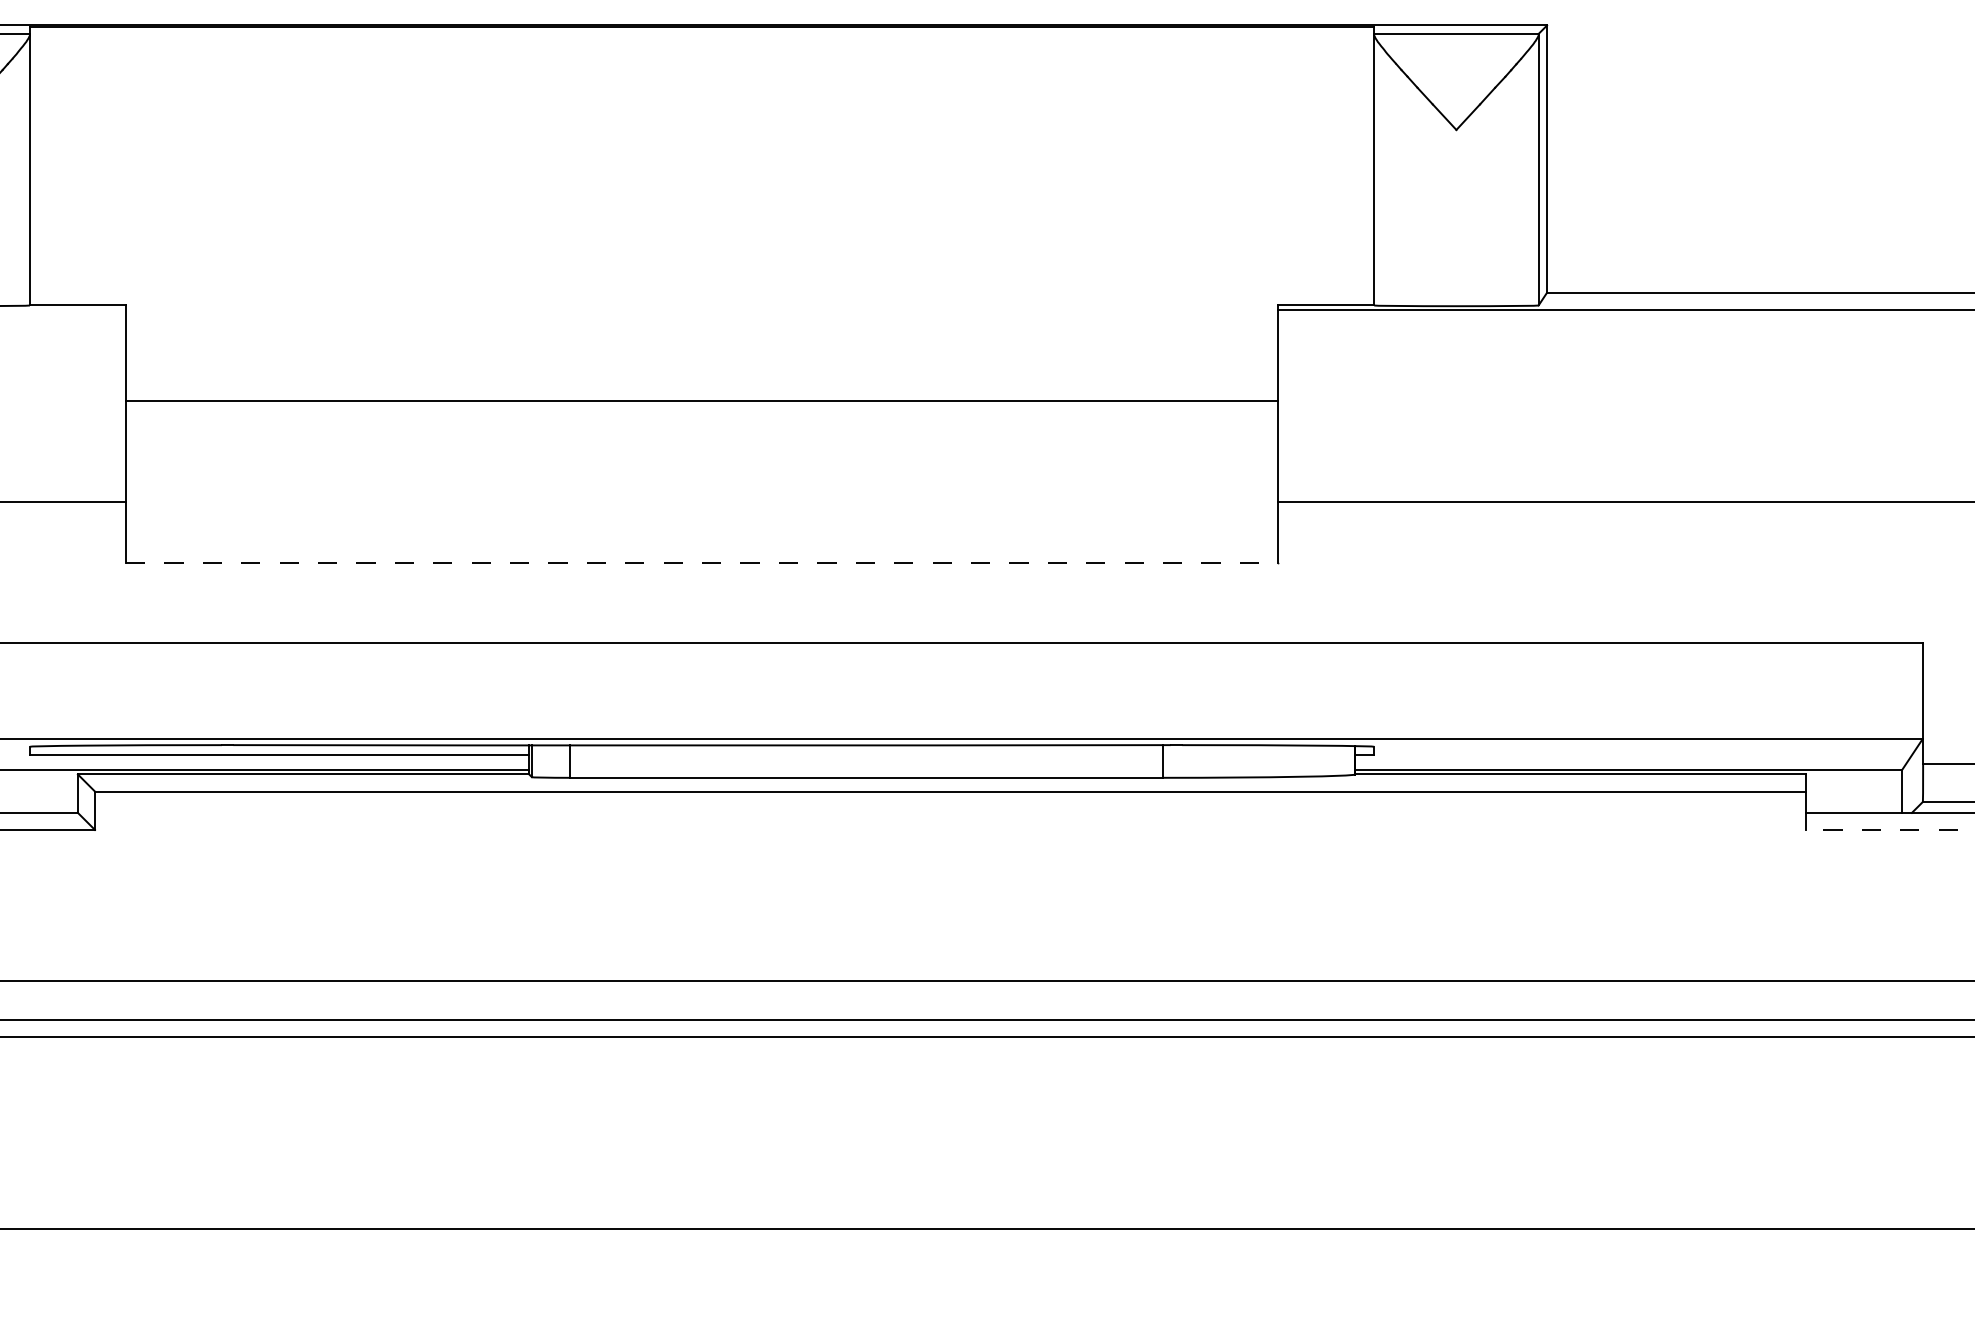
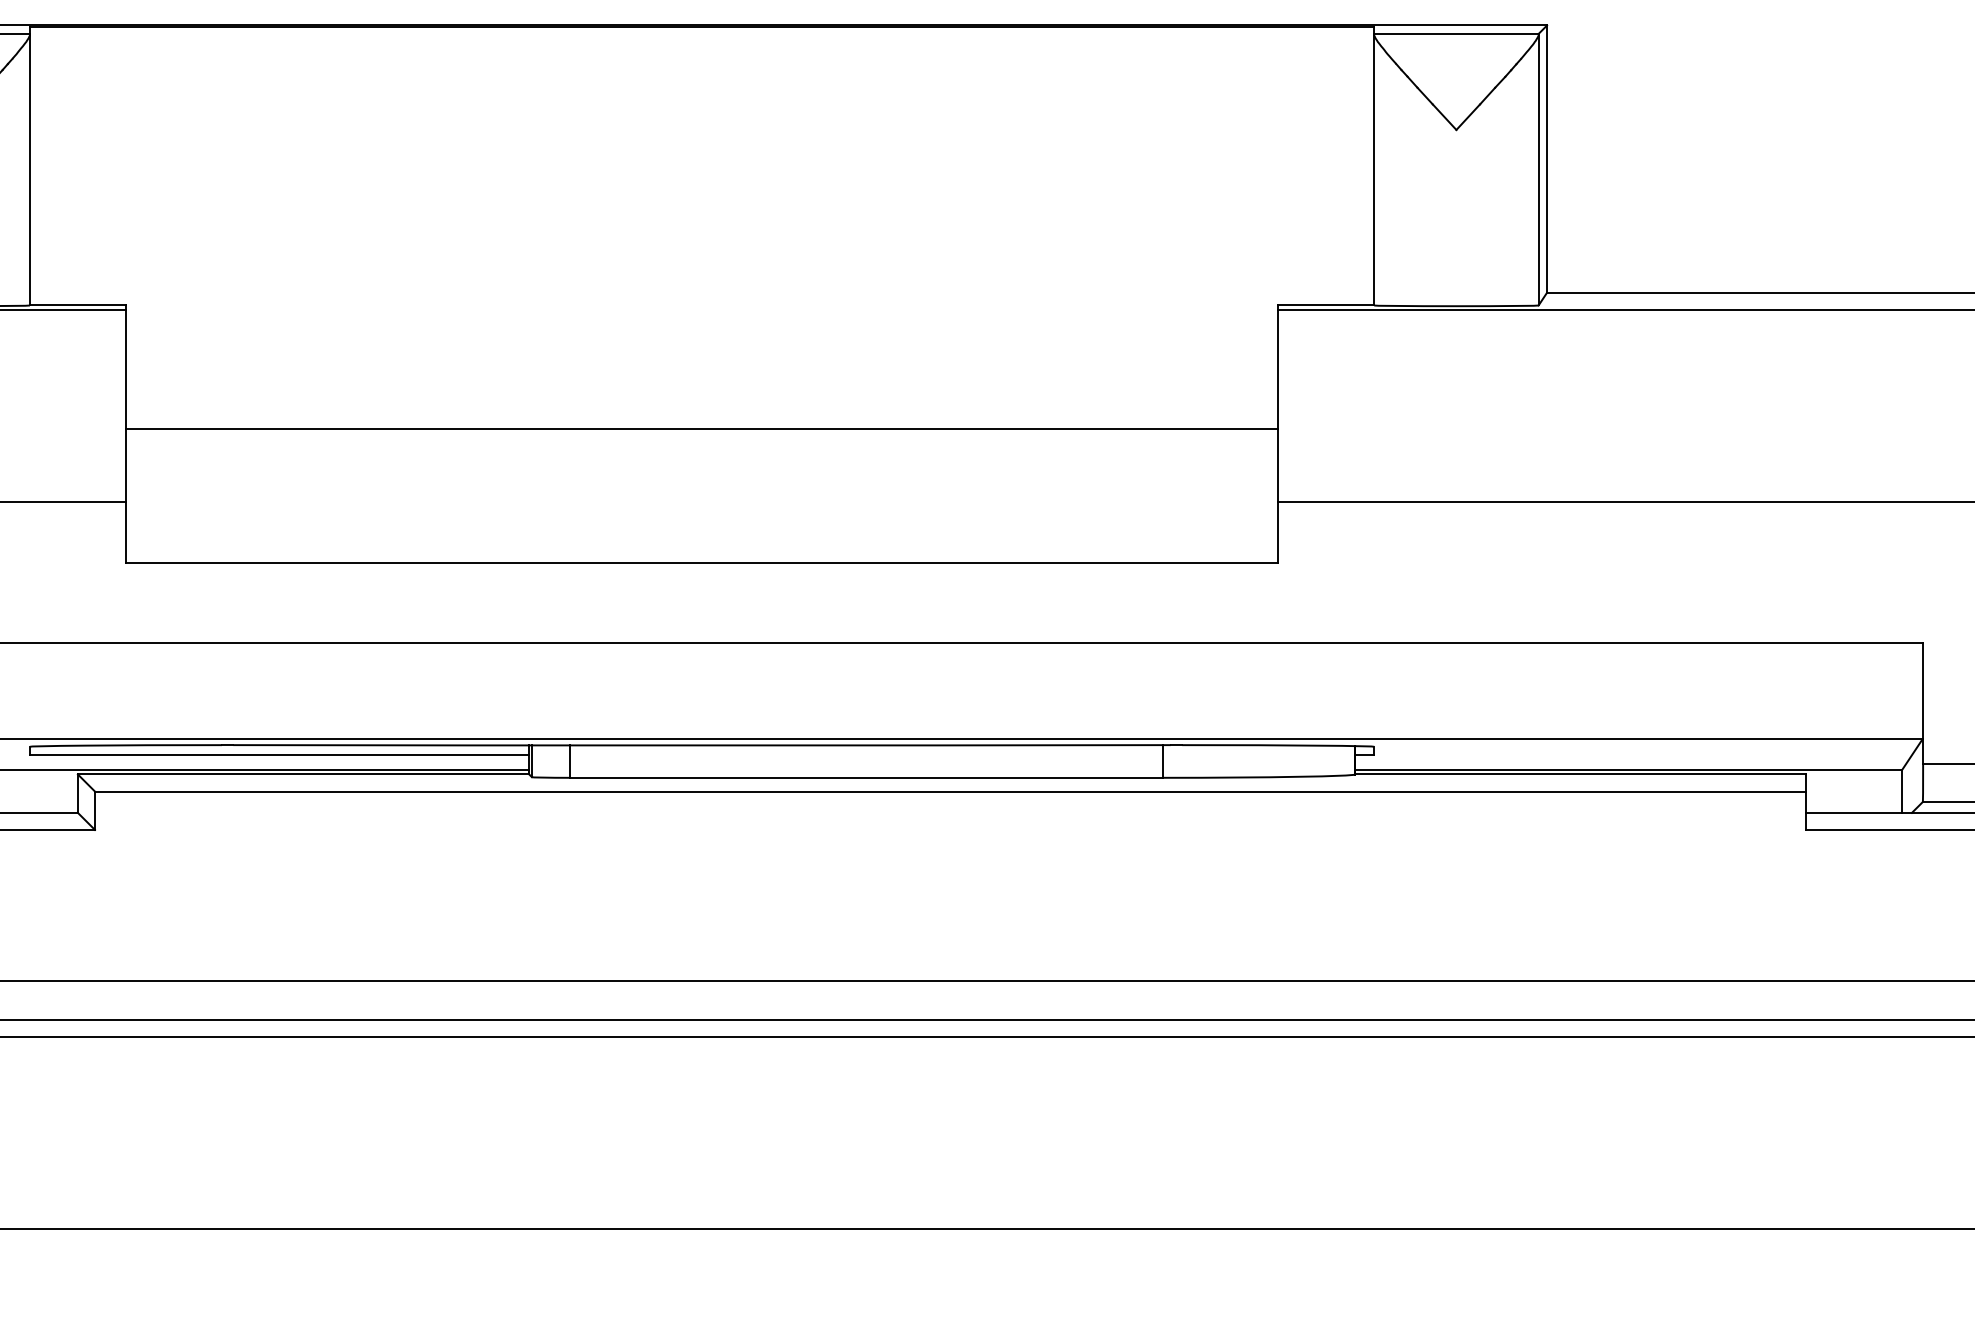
line at (63, 309): none -> present
line at (701, 400) position: (701, 400) -> (701, 428)
line at (702, 563): dashed -> solid
line at (1890, 829): dashed -> solid
